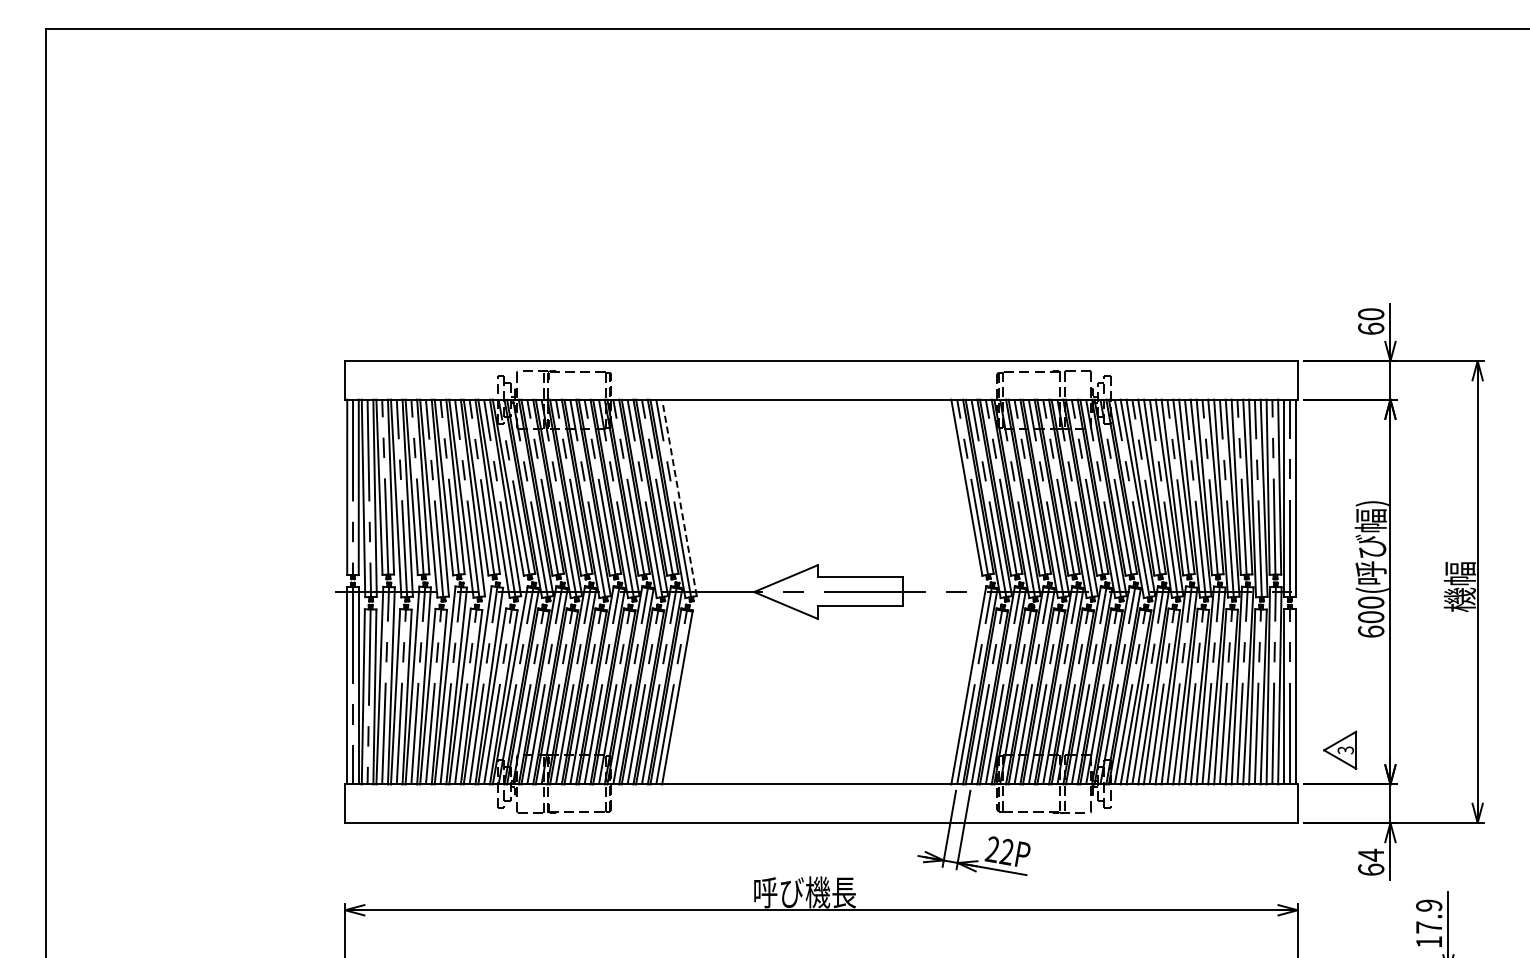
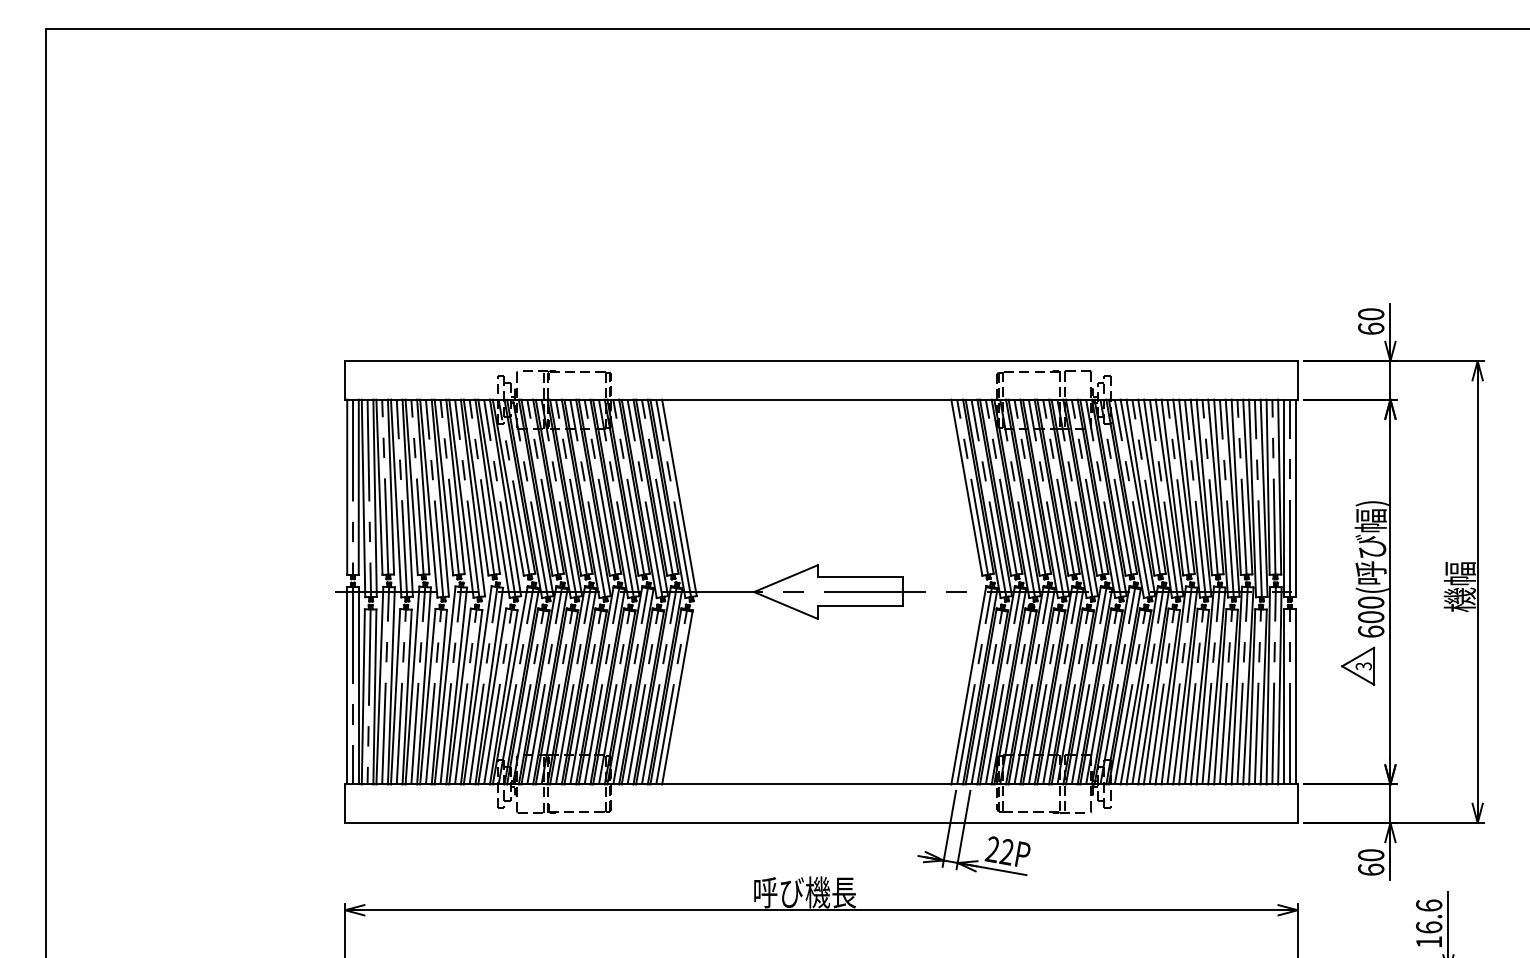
line at (679, 497): dashed -> solid
part at (1340, 749) position: (1340, 749) -> (1358, 665)
text at (1371, 854): 64 -> 60
text at (1429, 916): 17.9 -> 16.6
